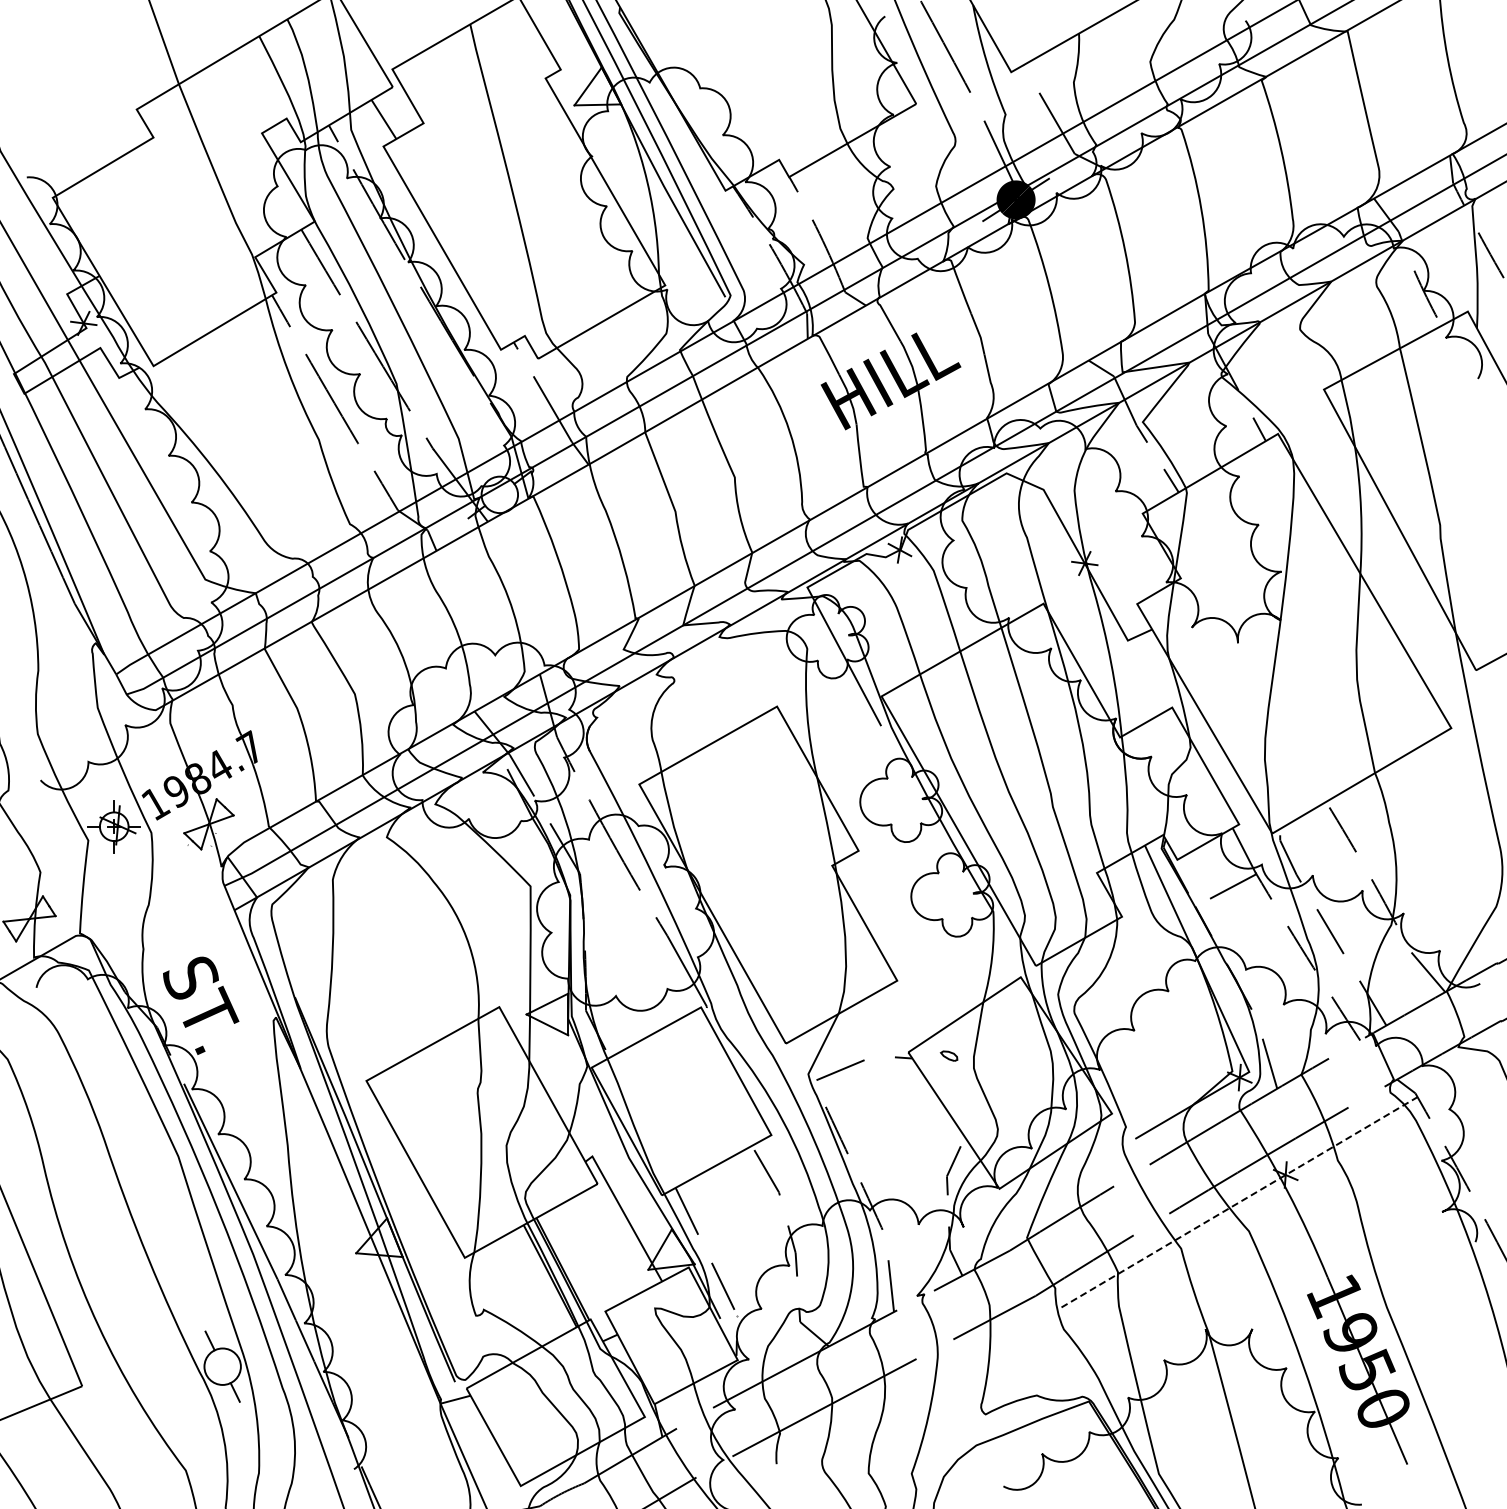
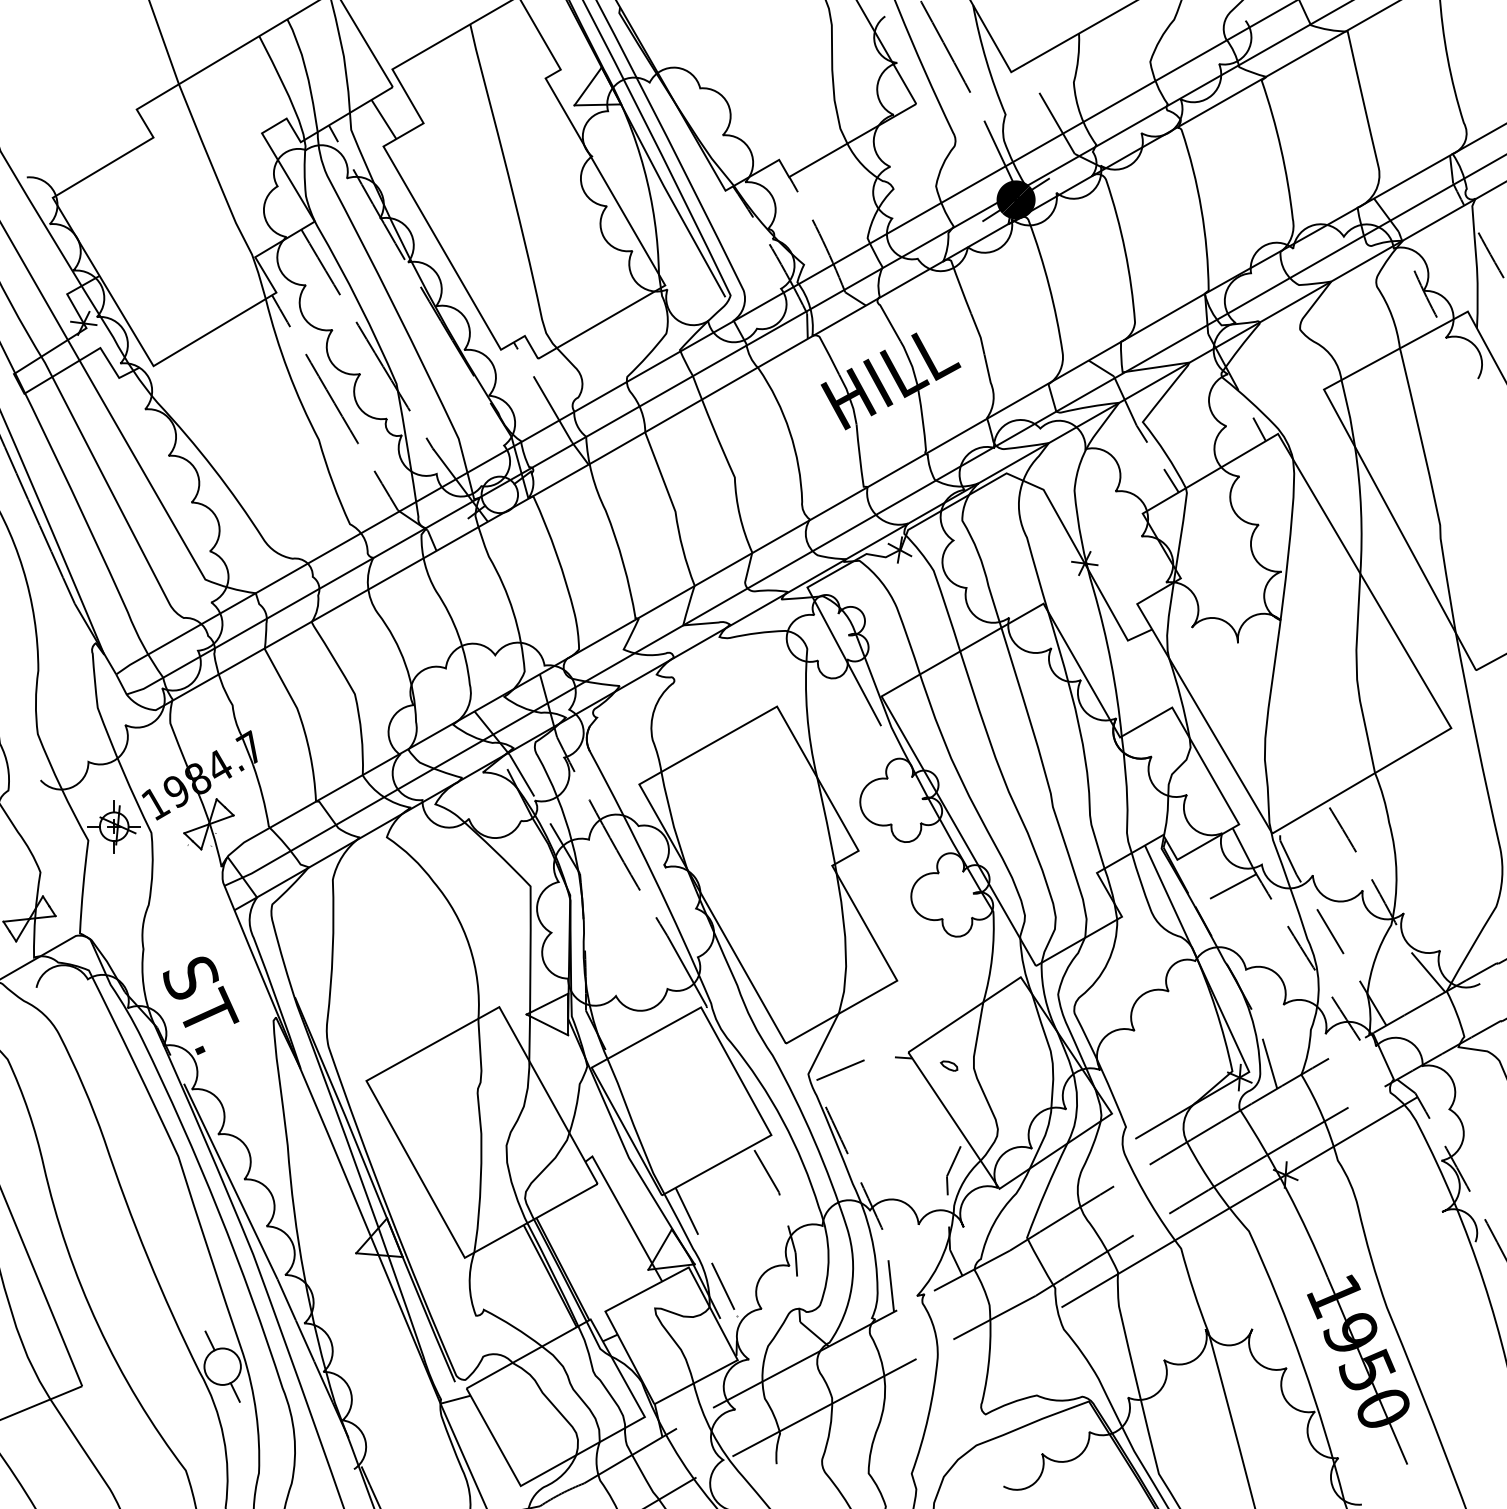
part at (948, 1055) position: (948, 1055) -> (948, 1065)
line at (1239, 1202): dashed -> solid
